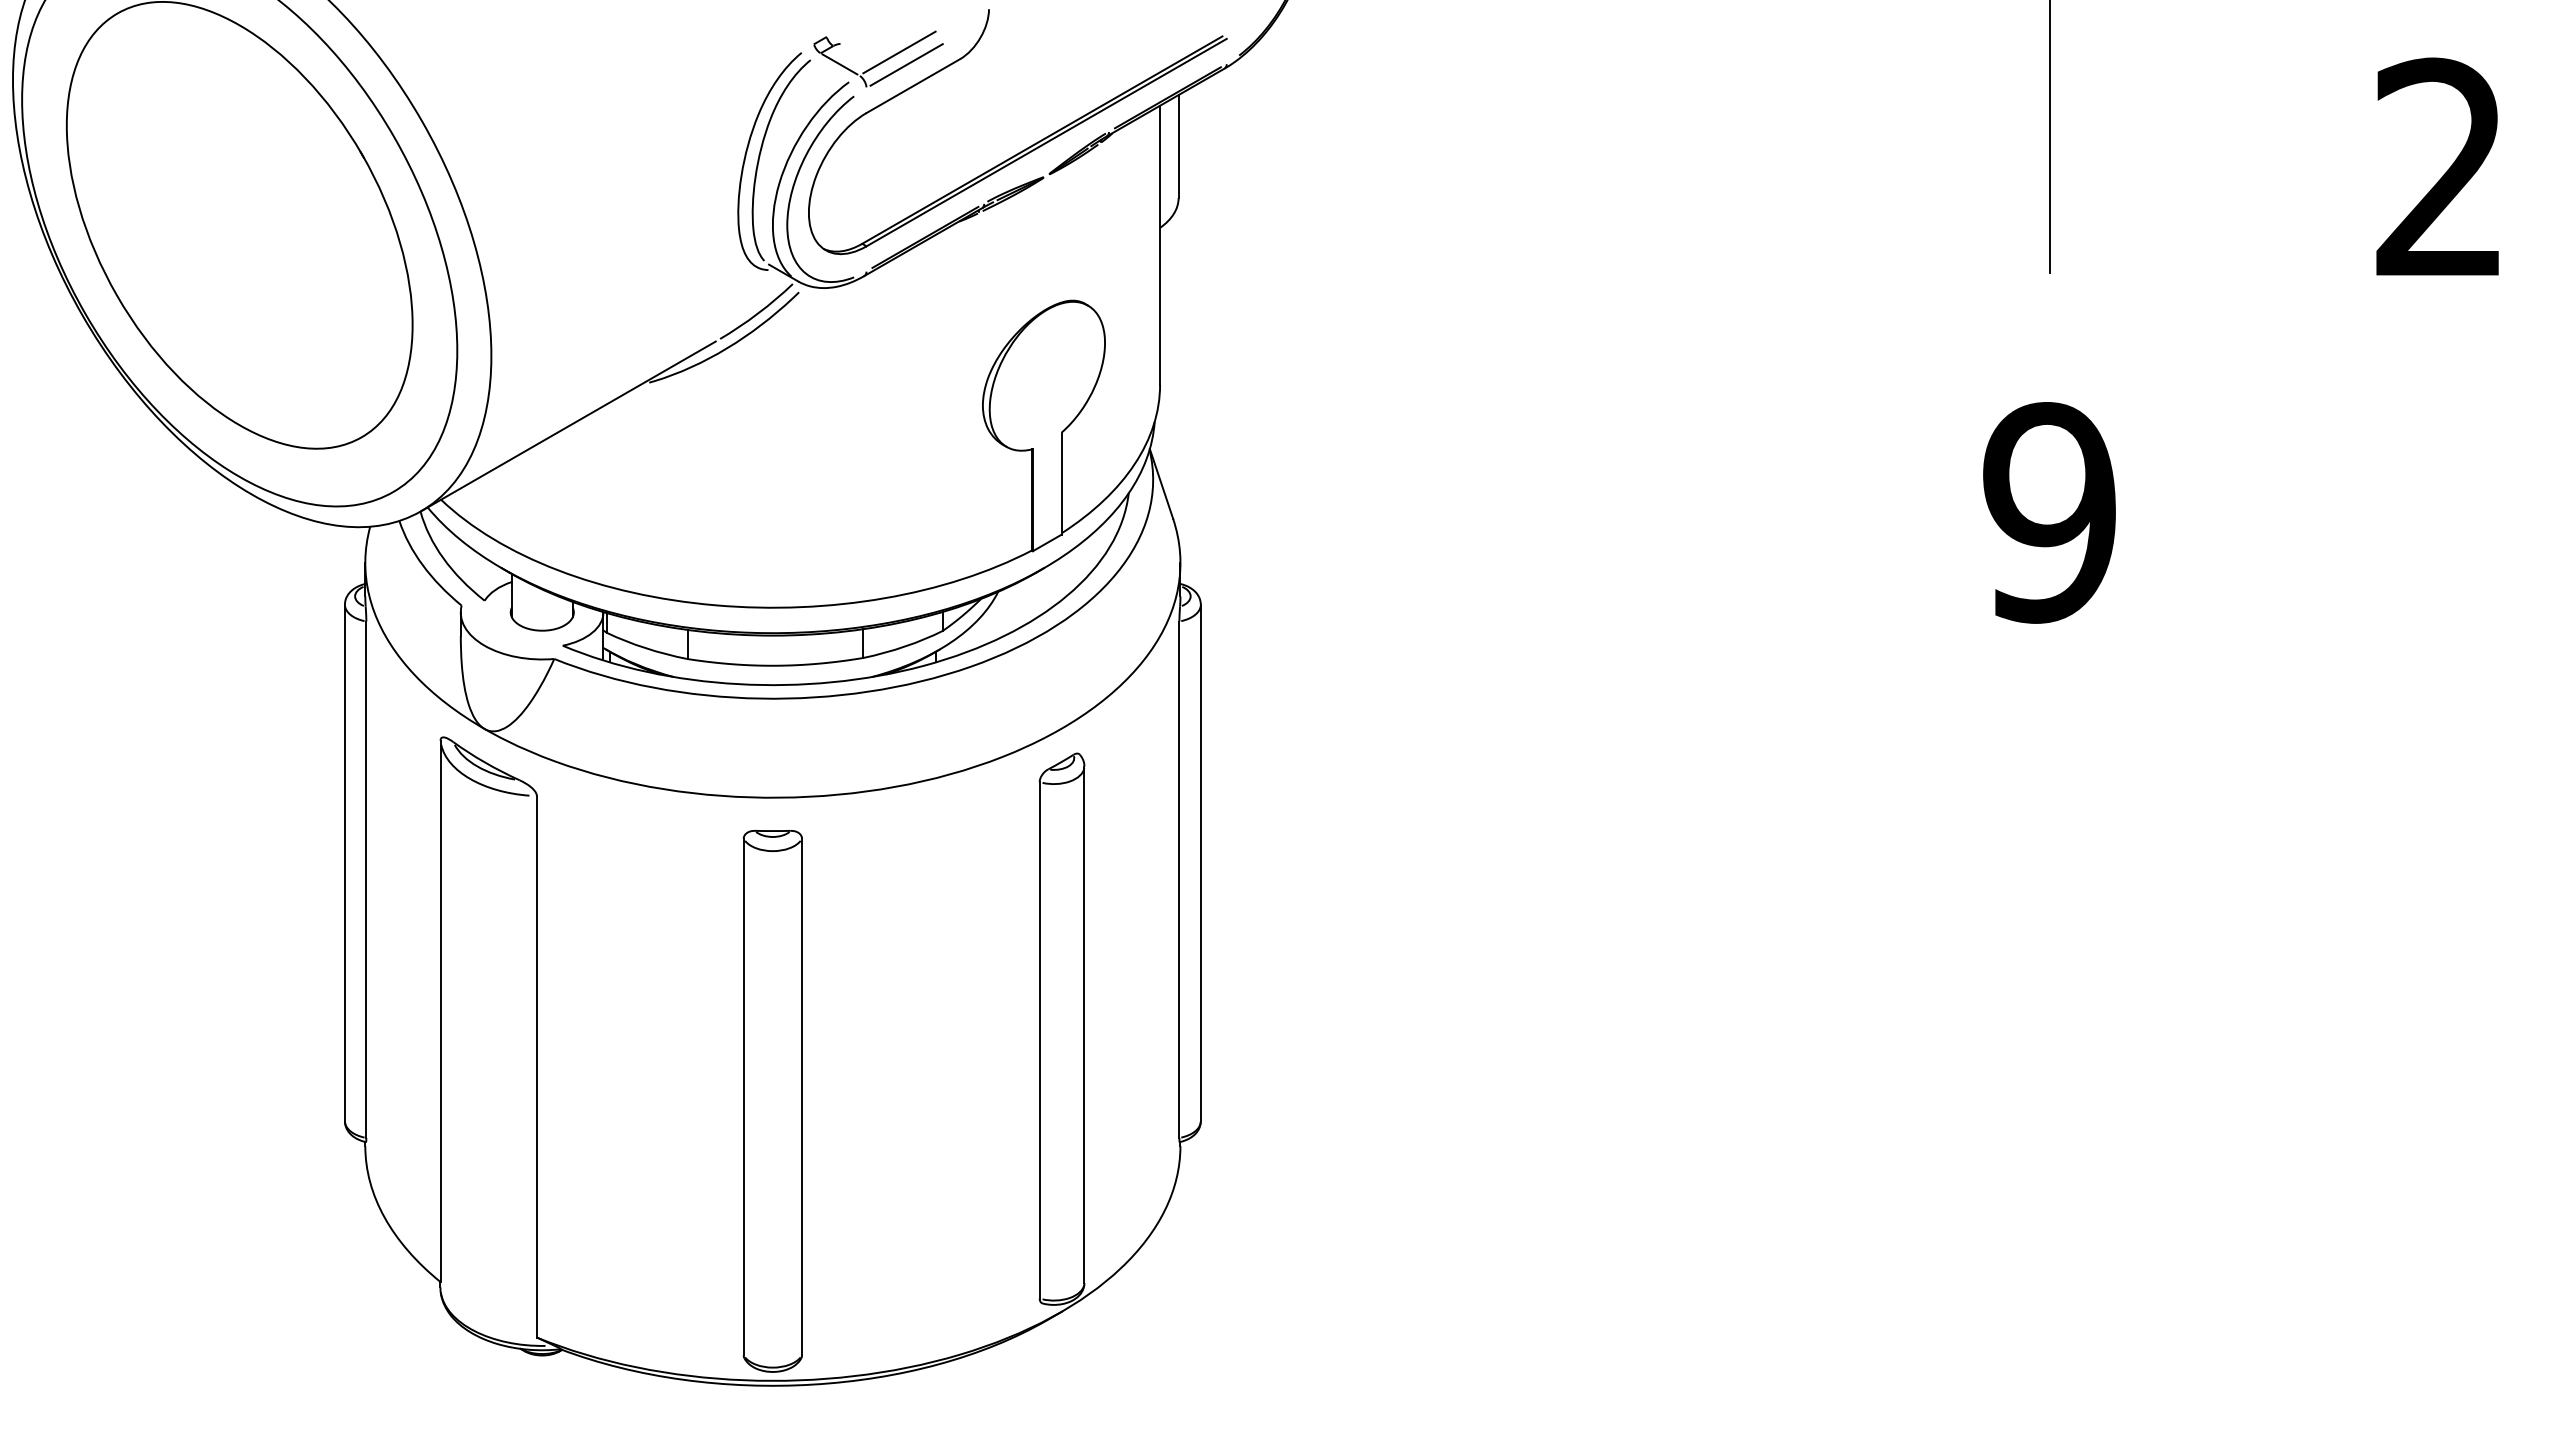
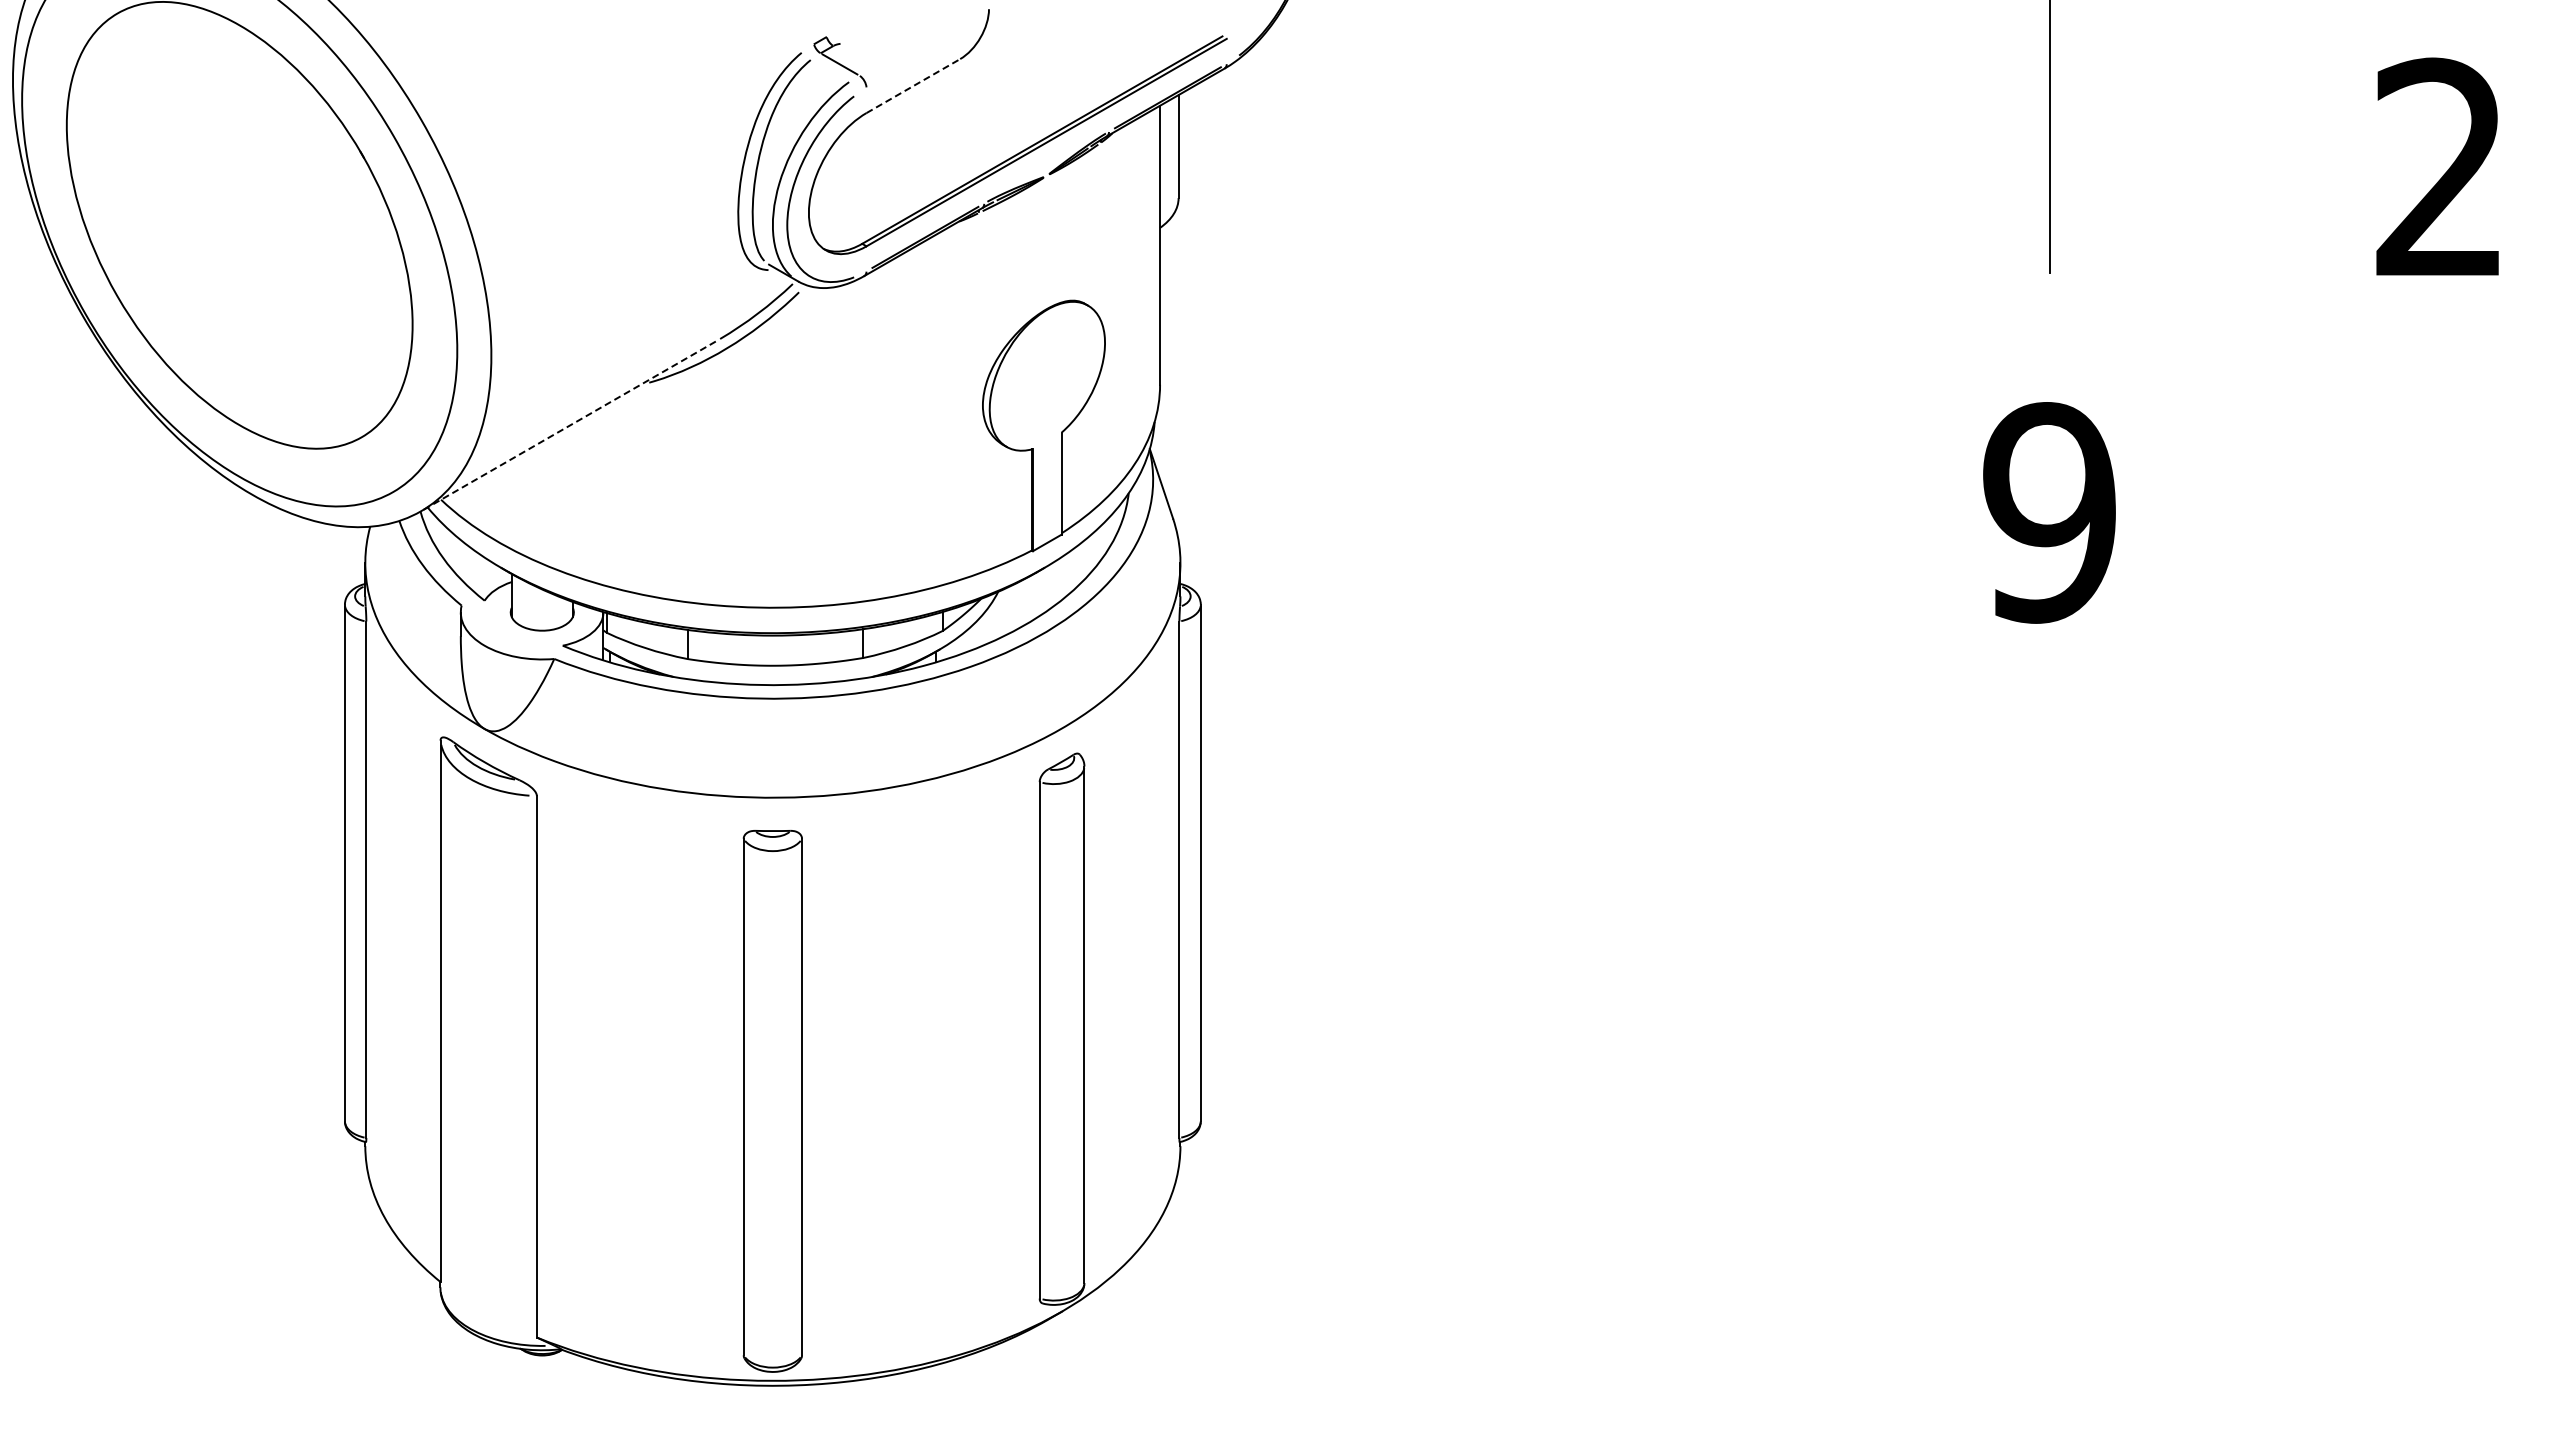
line at (899, 52): present -> none
line at (906, 64): present -> none
line at (913, 85): solid -> dashed
line at (567, 426): solid -> dashed
